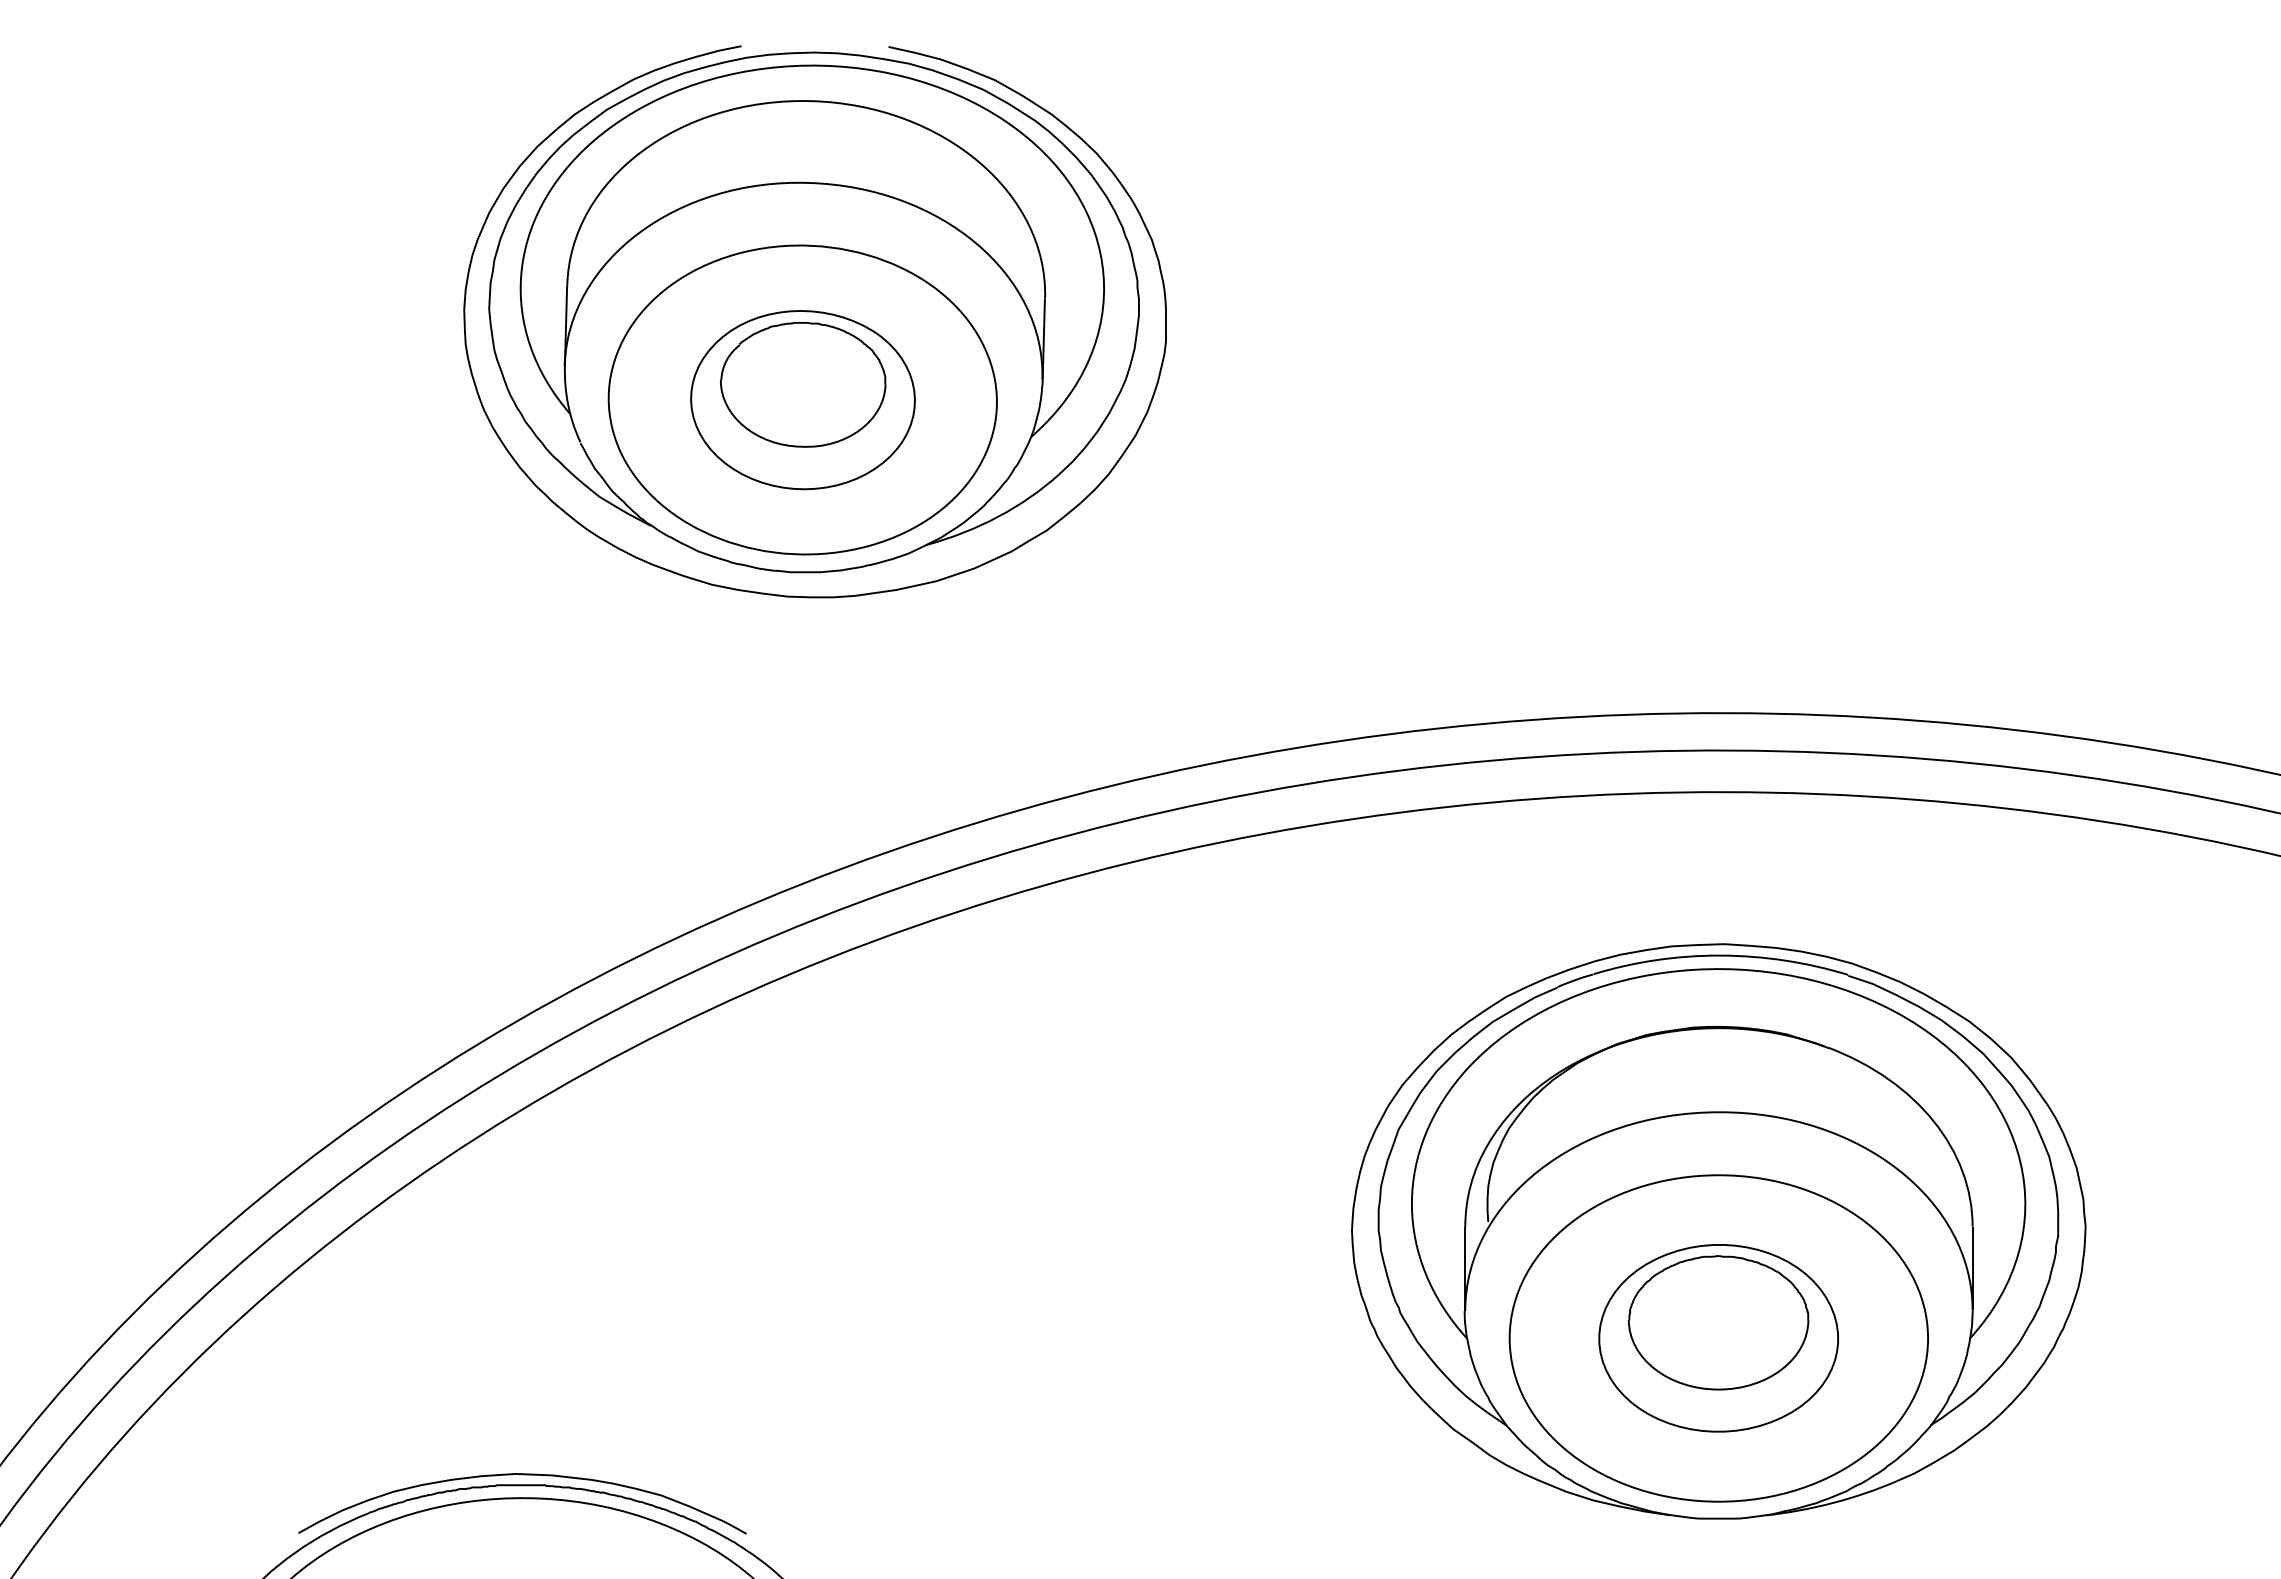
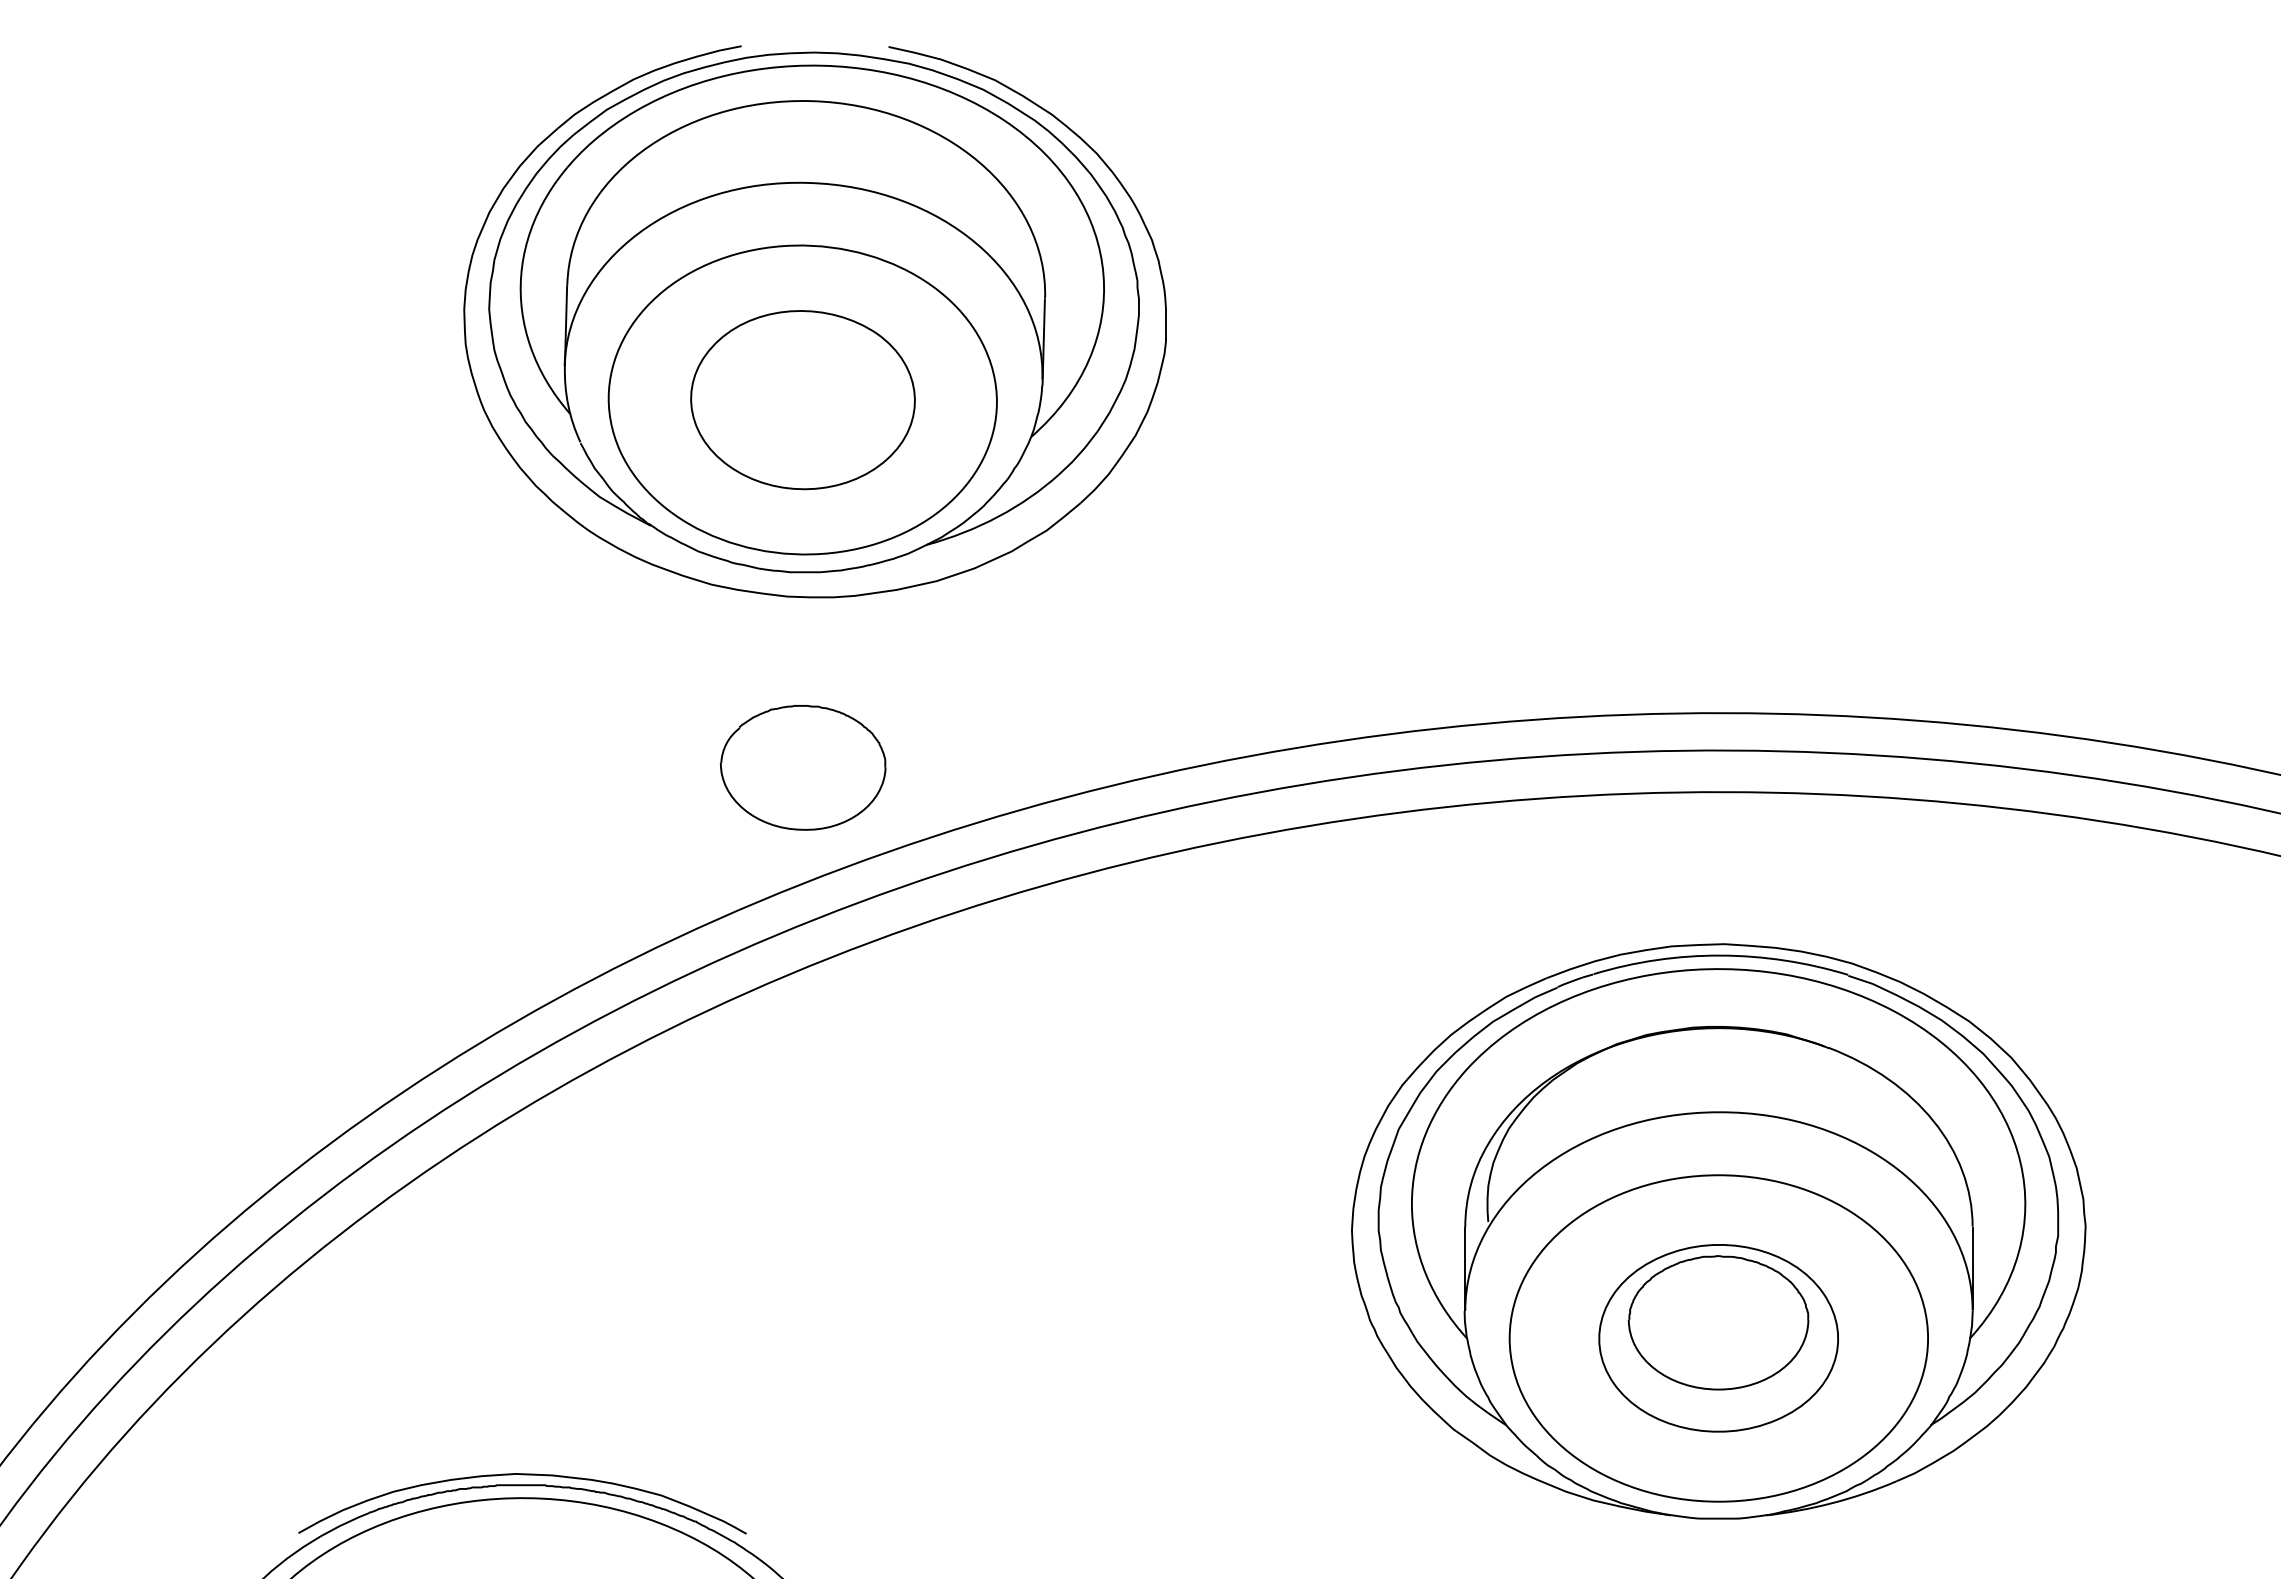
part at (803, 384) position: (803, 384) -> (803, 767)
